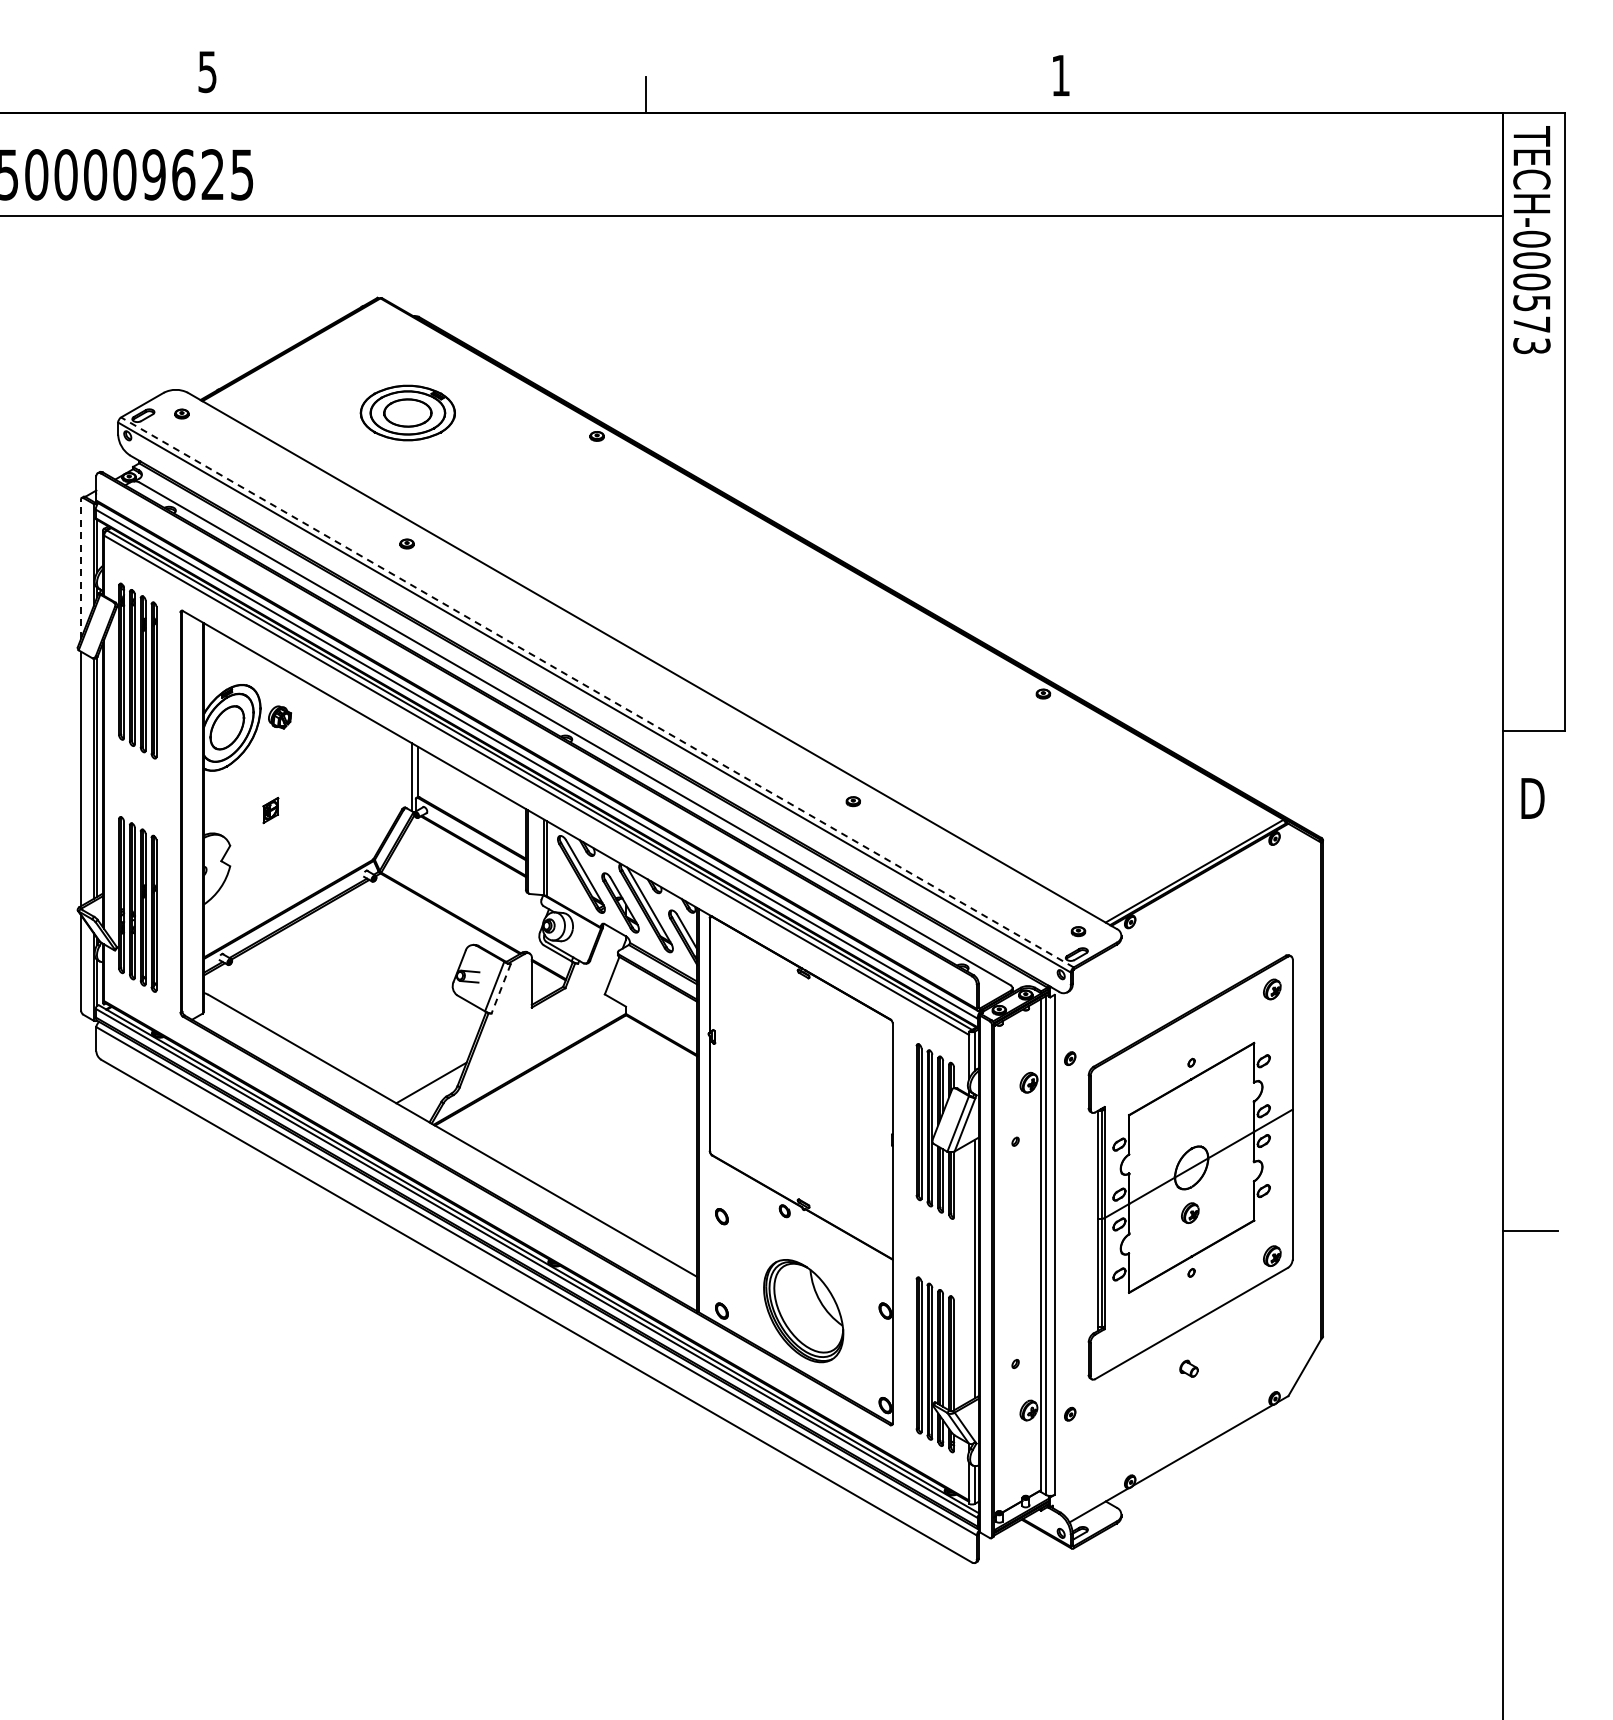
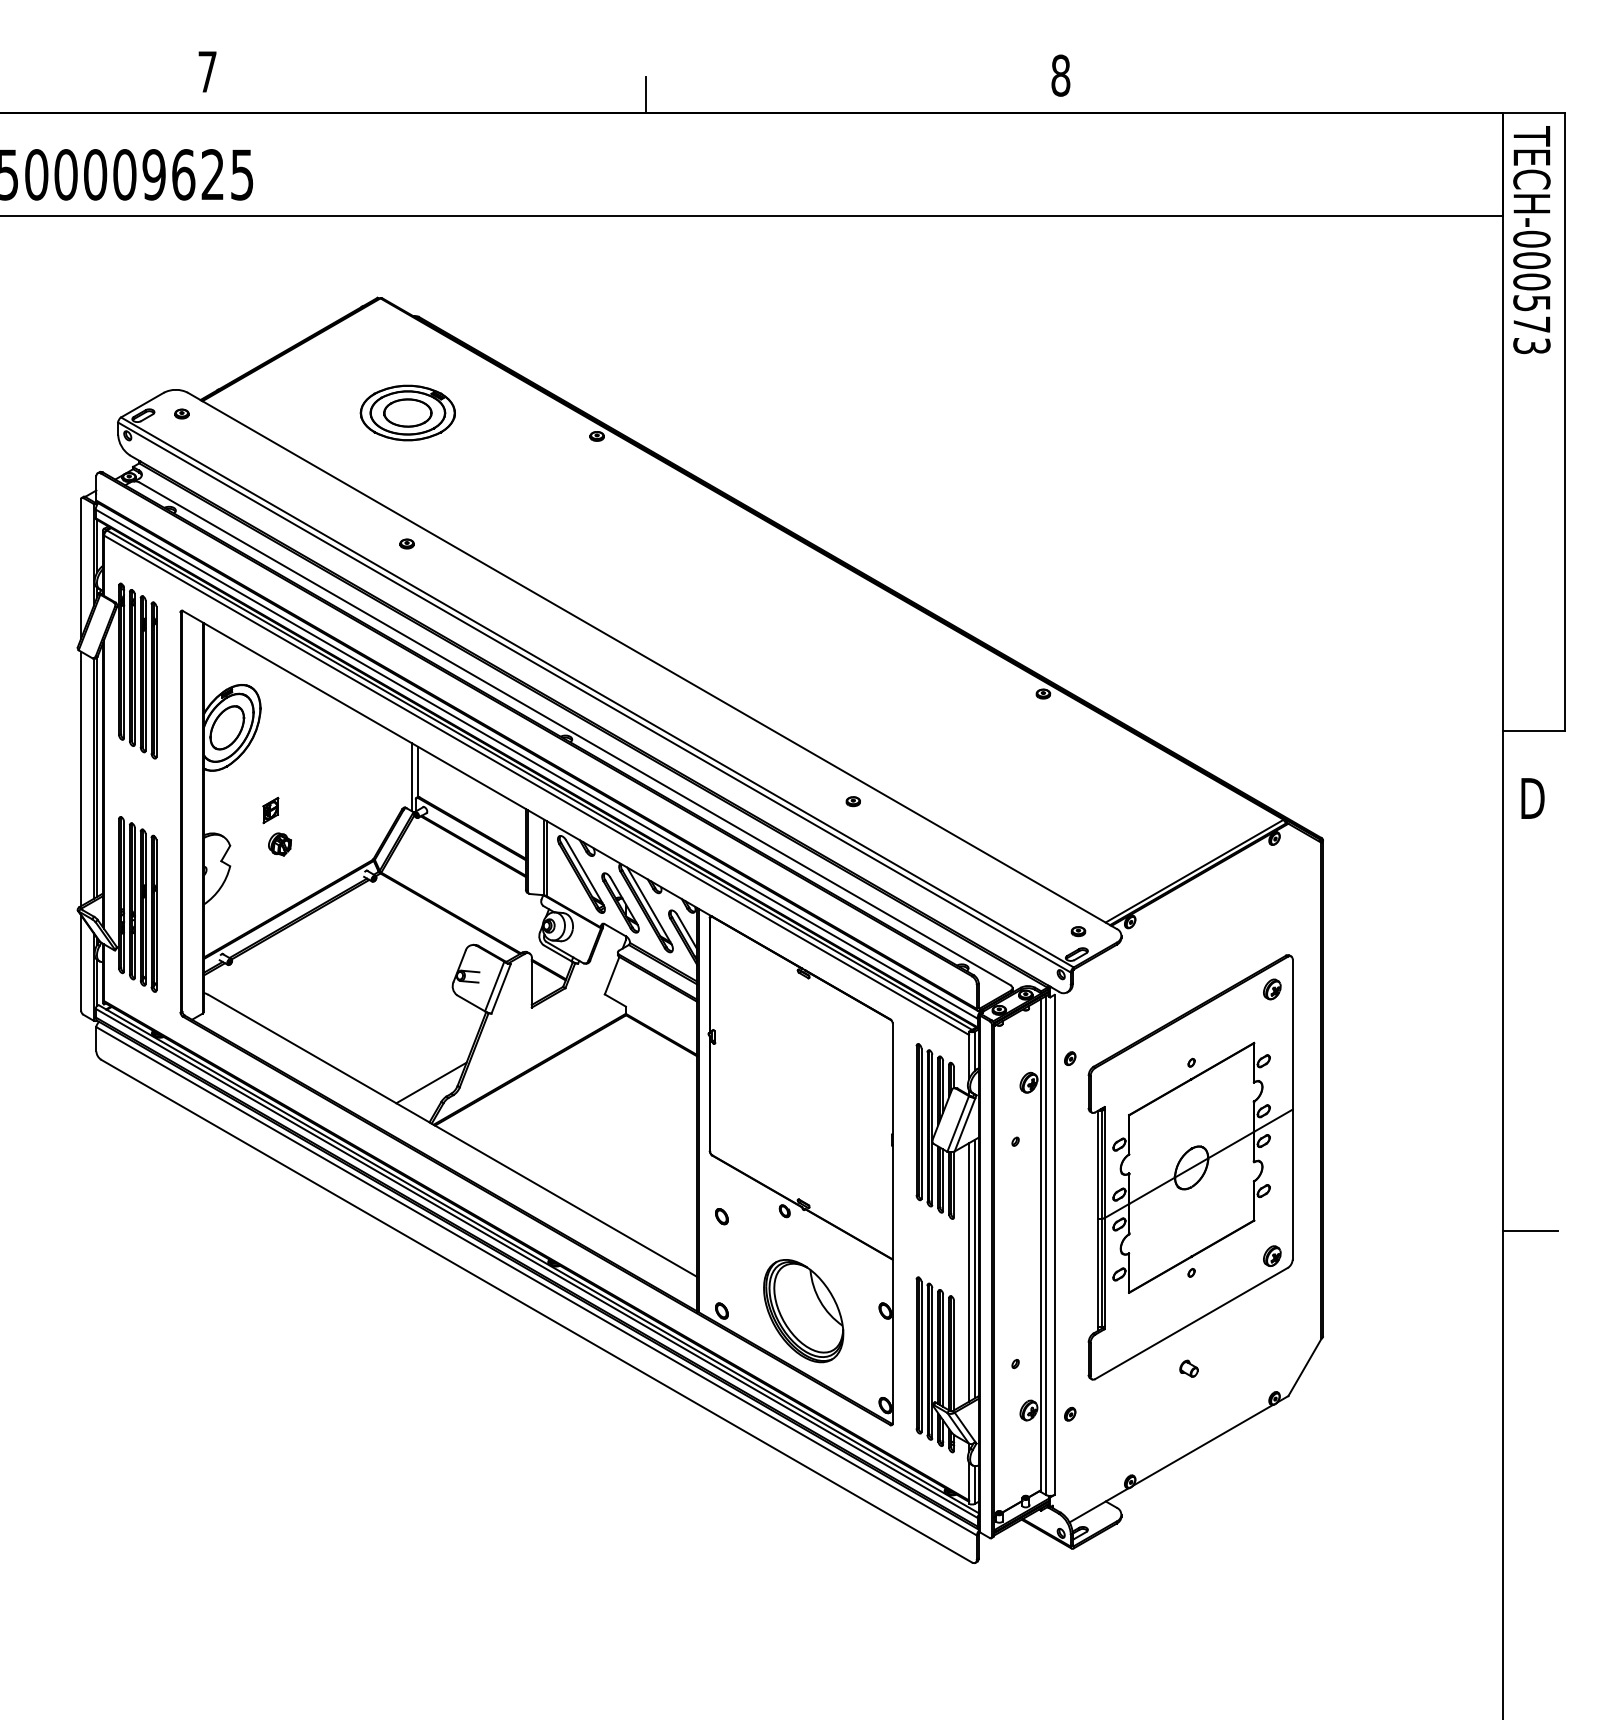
text at (207, 72): 5 -> 7
text at (1060, 75): 1 -> 8
line at (81, 569): dashed -> solid
line at (597, 692): dashed -> solid
part at (279, 717) position: (279, 717) -> (279, 844)
line at (501, 988): dashed -> solid
part at (1190, 1212): present -> none
line at (969, 1272): none -> present
